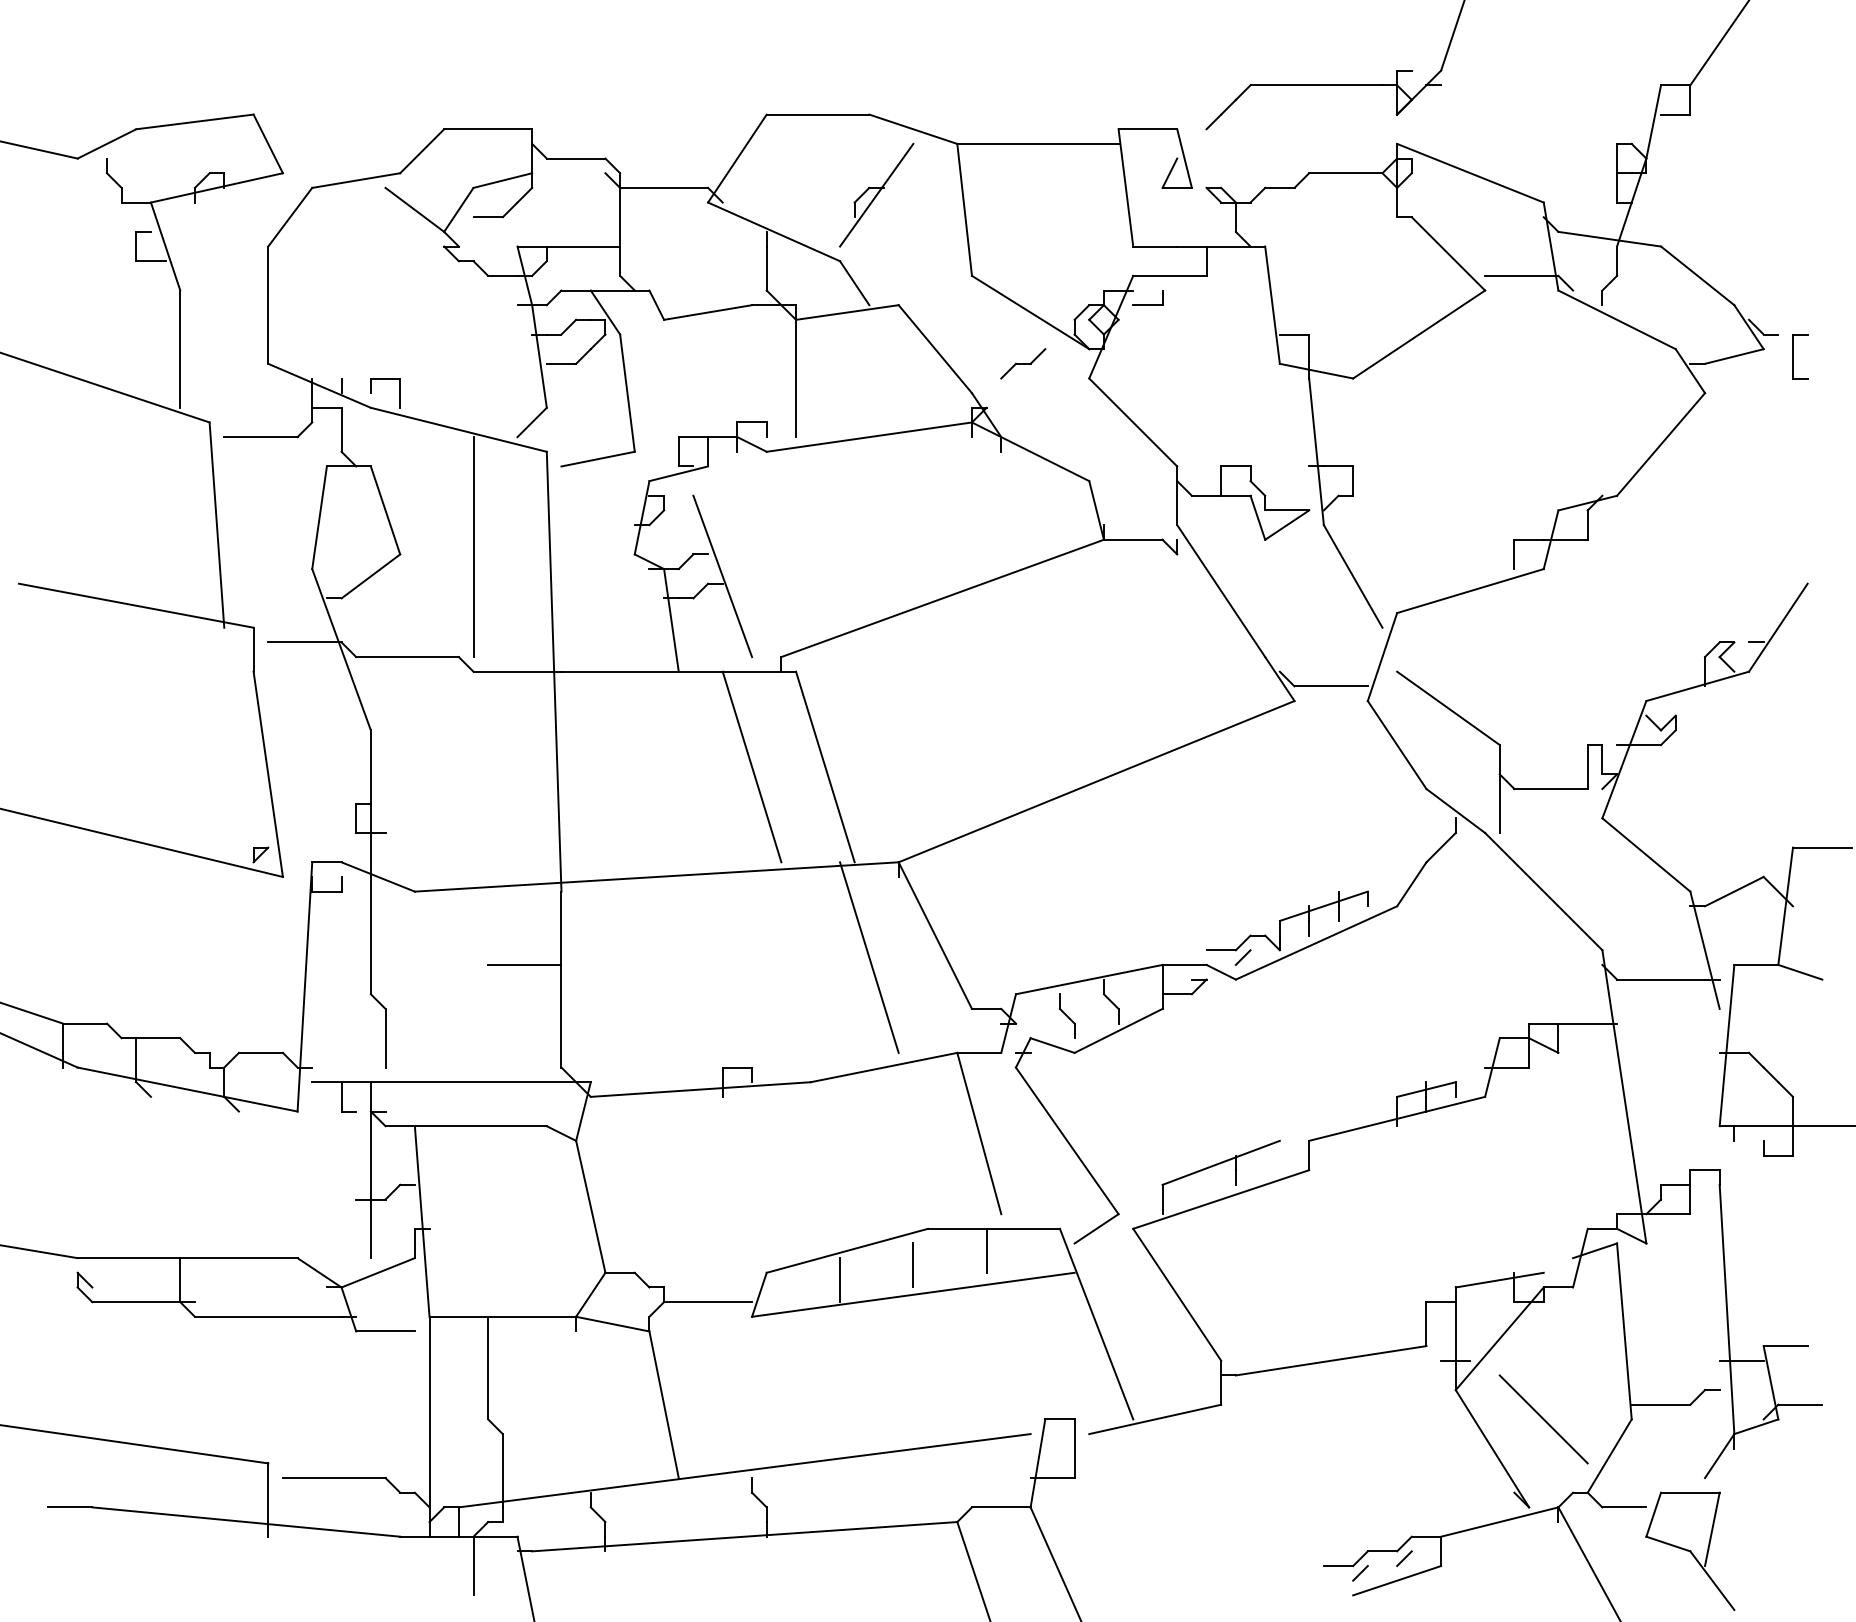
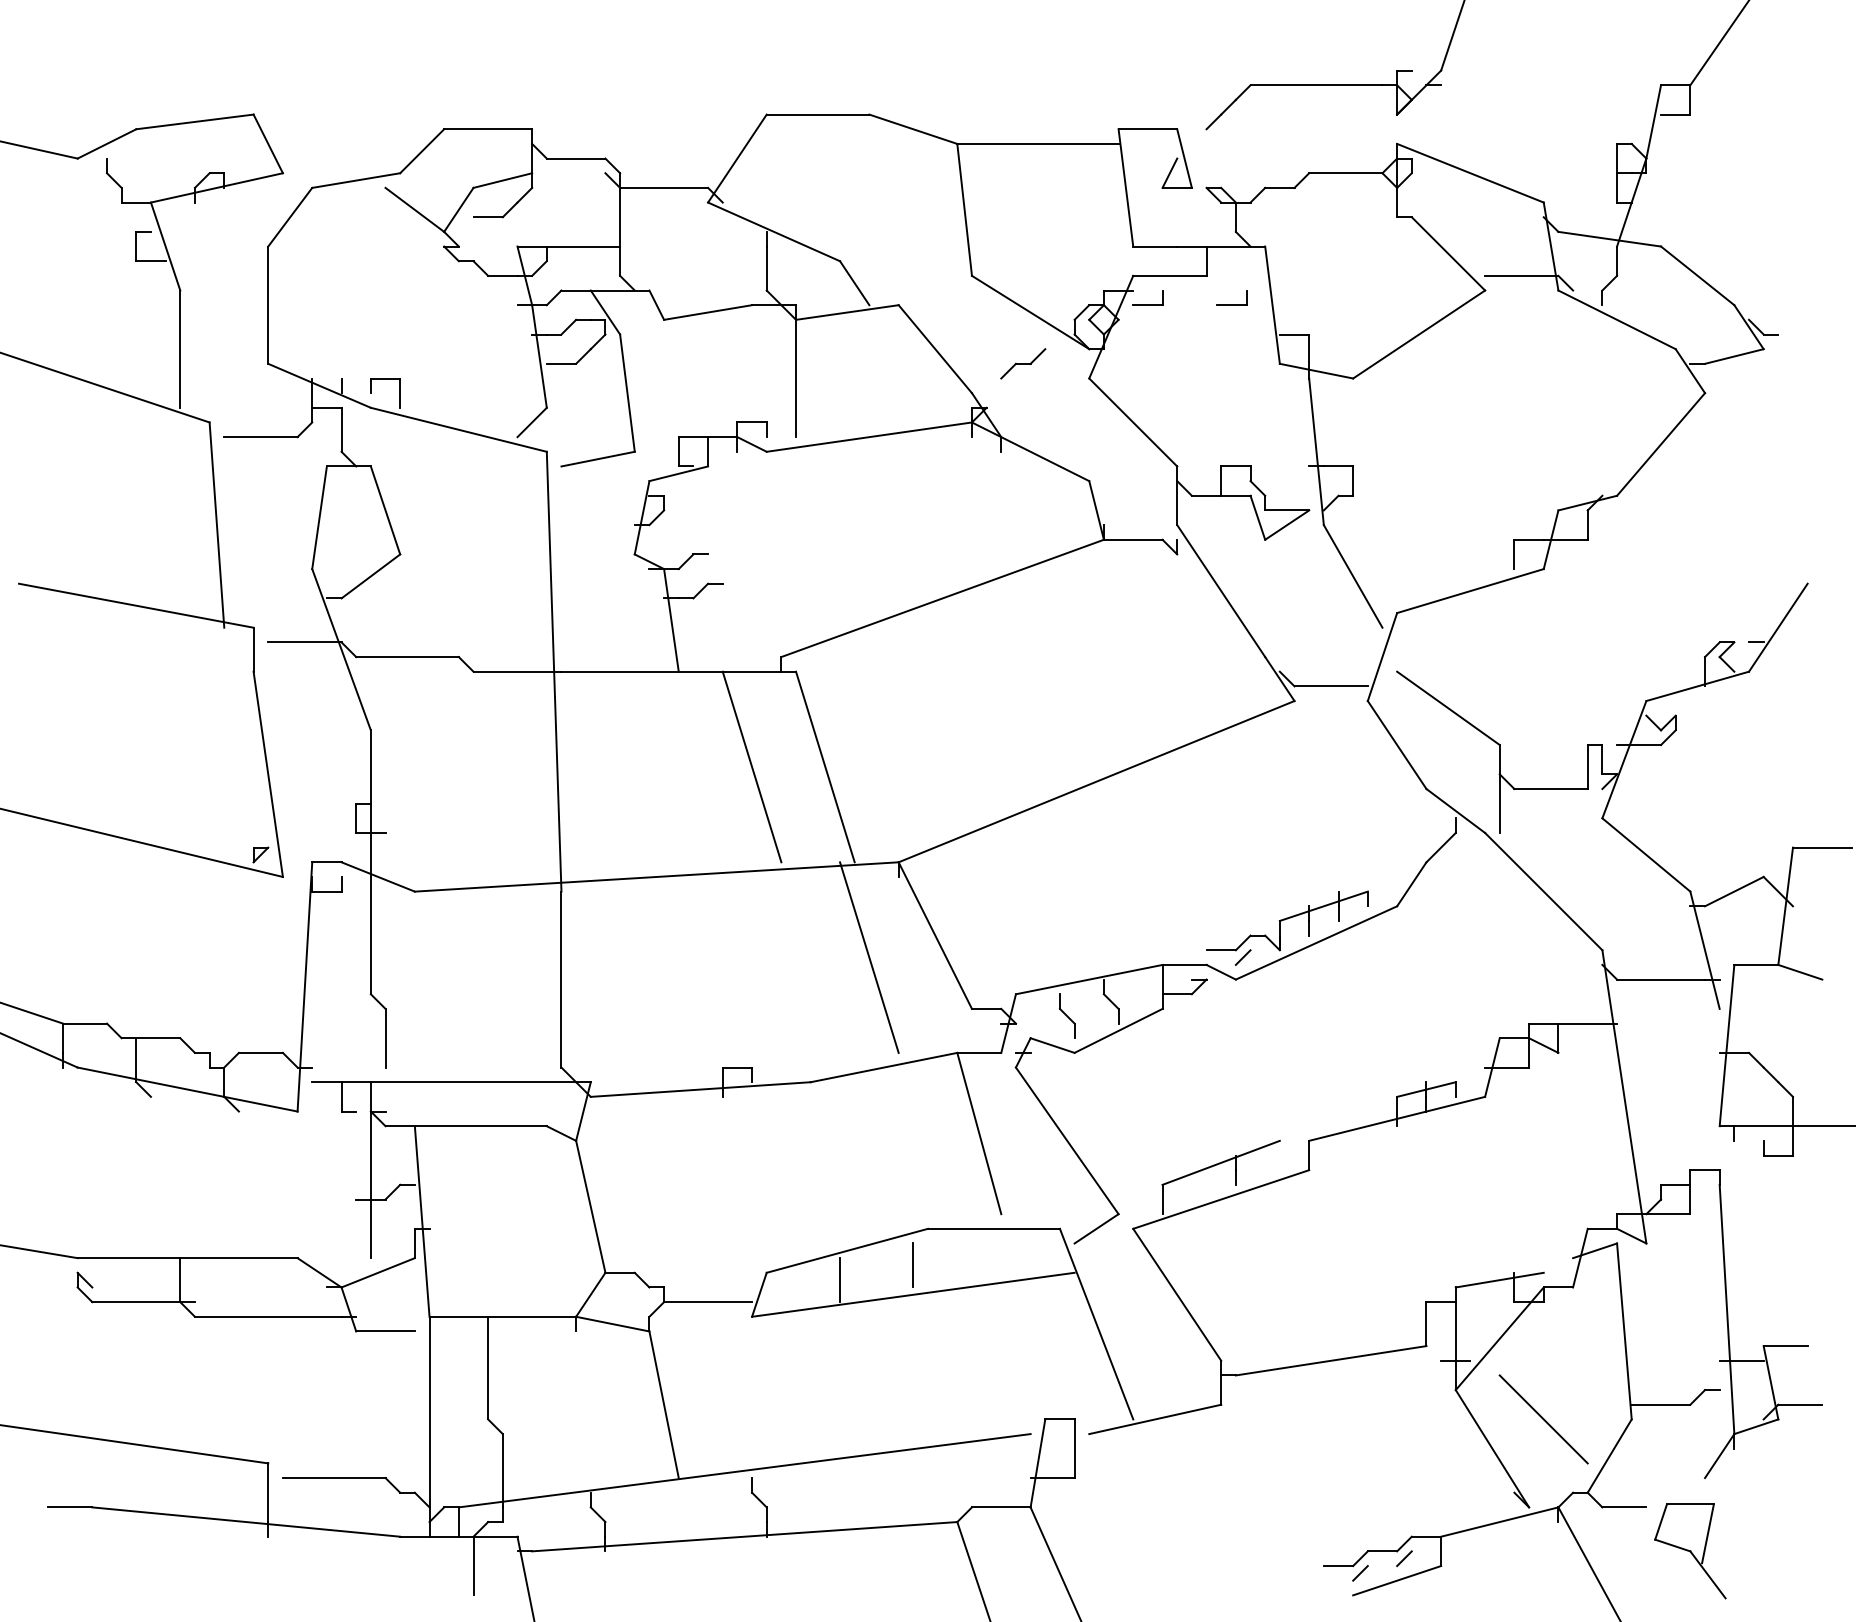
part at (876, 194): present -> none
part at (1231, 304): none -> present
part at (1793, 356): present -> none
line at (473, 547): present -> none
line at (722, 576): present -> none
line at (524, 964): present -> none
line at (986, 1250): present -> none
part at (1690, 1551) size: 91x121 px -> 73x97 px
